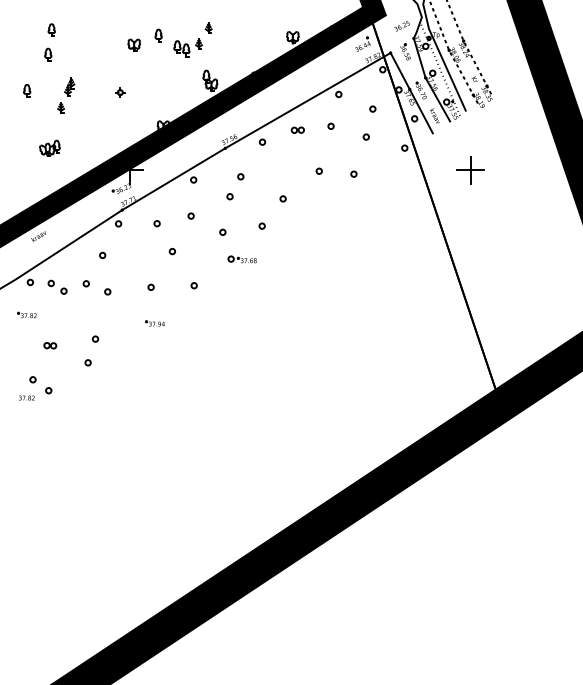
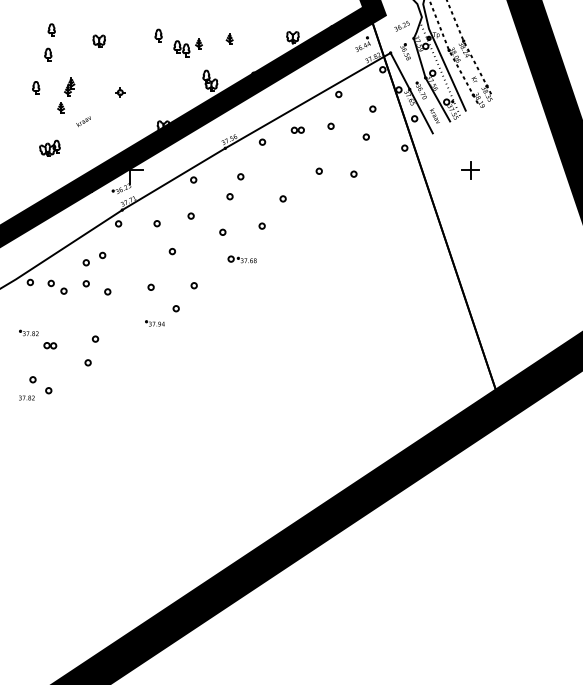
part at (208, 27) position: (208, 27) -> (229, 38)
part at (133, 44) position: (133, 44) -> (98, 40)
part at (27, 90) position: (27, 90) -> (36, 87)
part at (470, 170) size: 29x29 px -> 19x19 px
text at (38, 236) position: (38, 236) -> (83, 121)
part at (85, 262): none -> present
part at (175, 308): none -> present
part at (26, 314) position: (26, 314) -> (28, 332)
